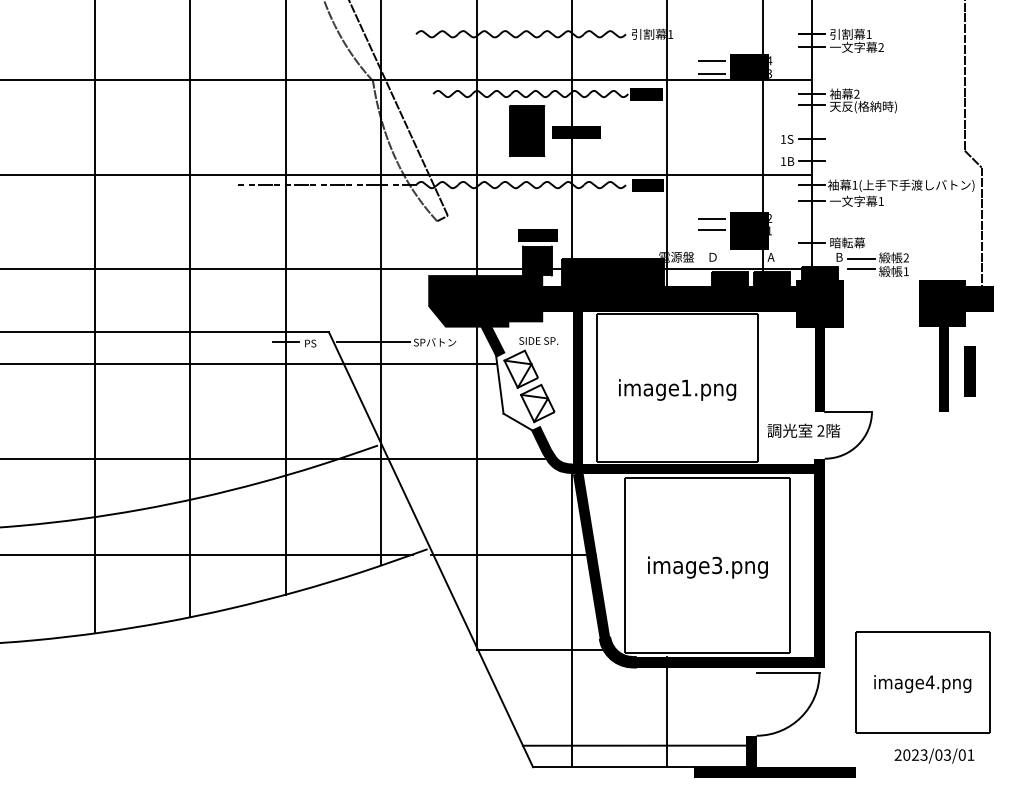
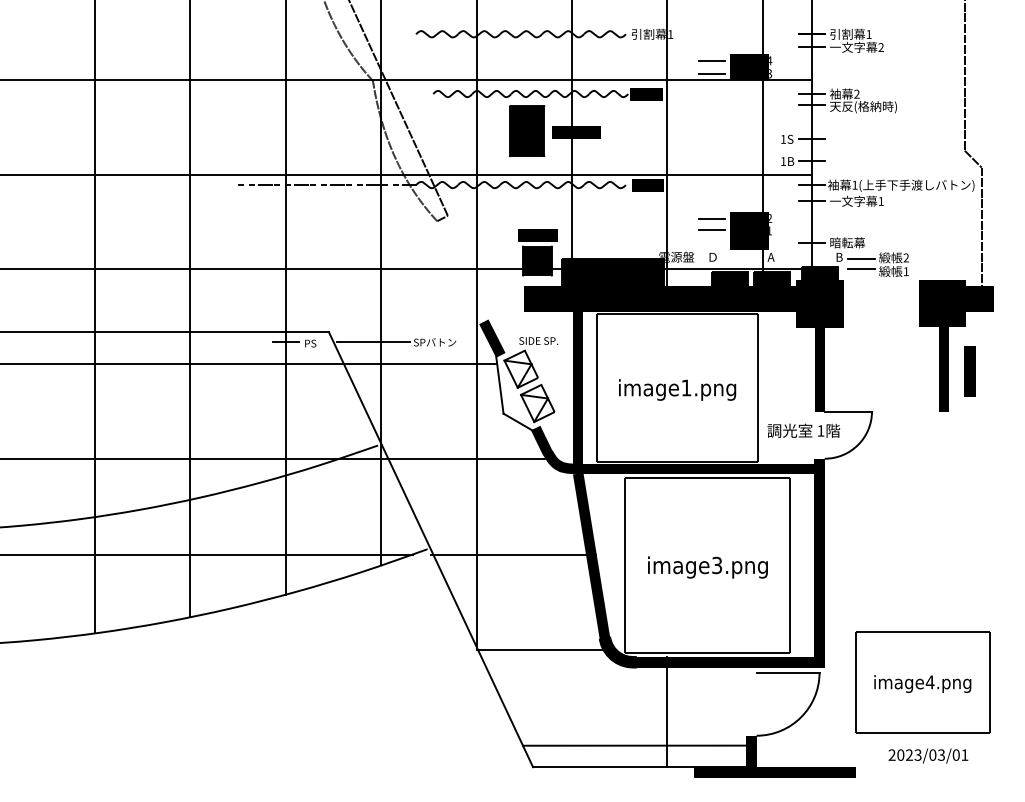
fill at (485, 301): present -> none
text at (820, 430): 2 -> 1
line at (571, 616): present -> none
text at (934, 755) position: (934, 755) -> (928, 755)
